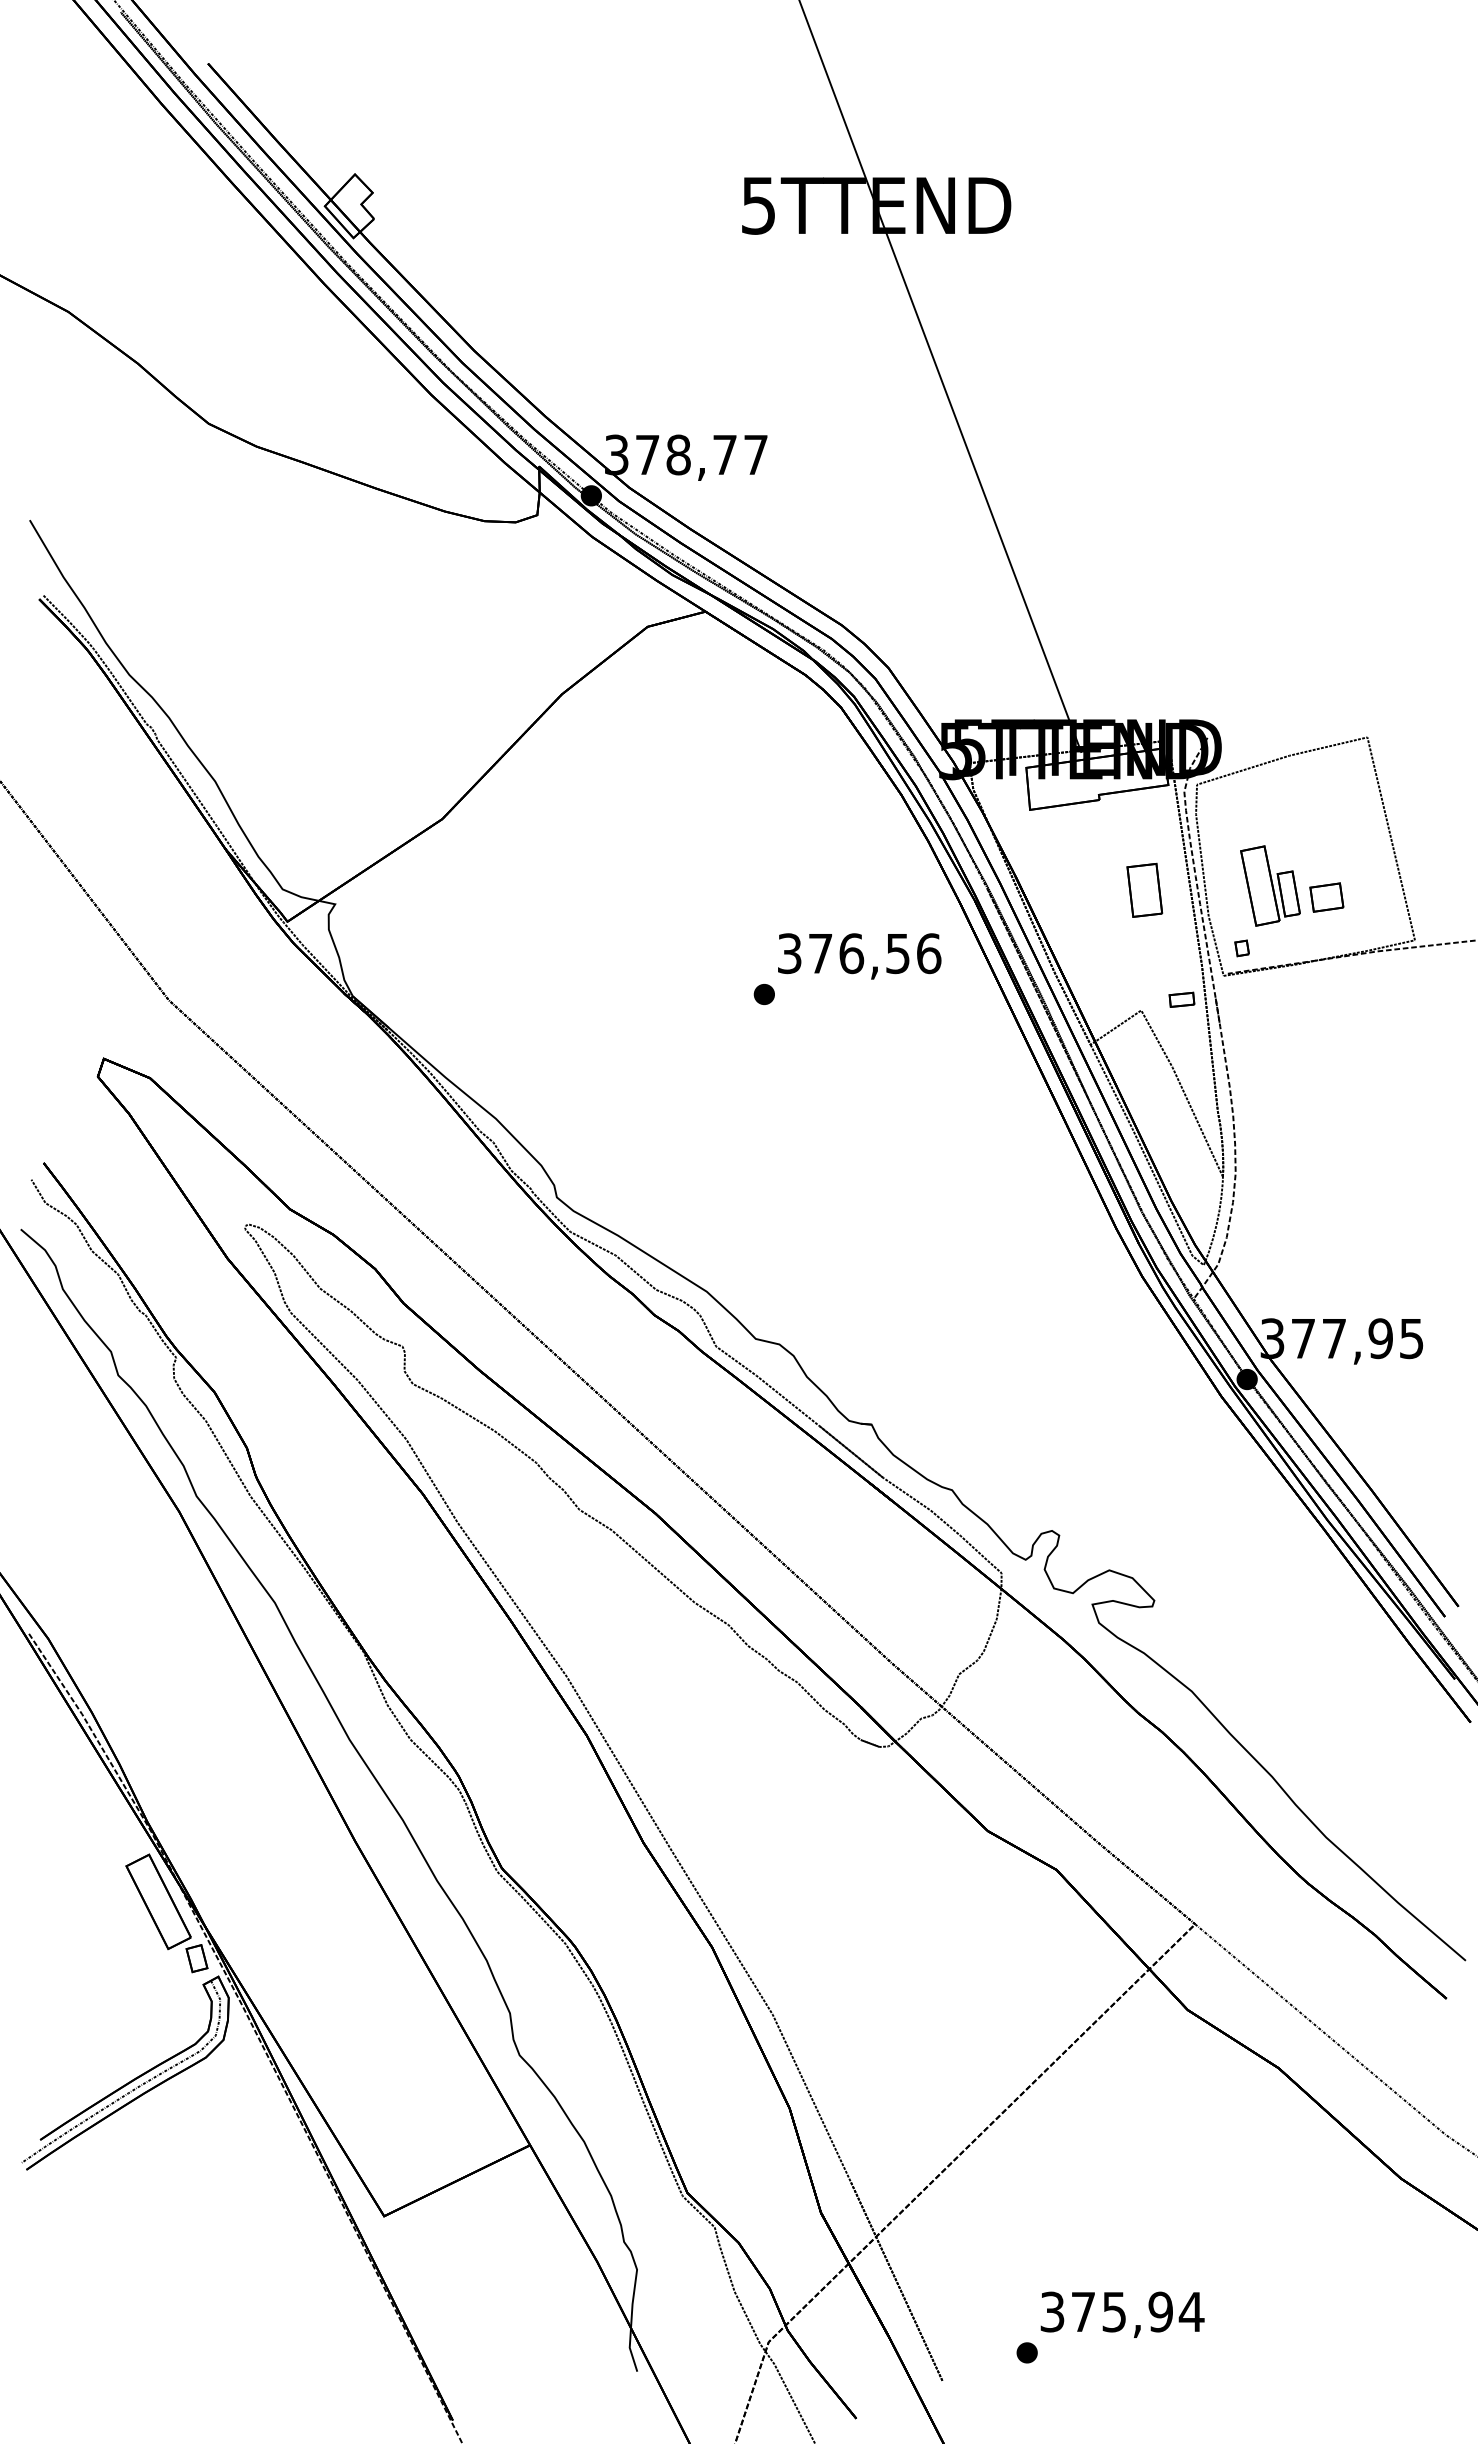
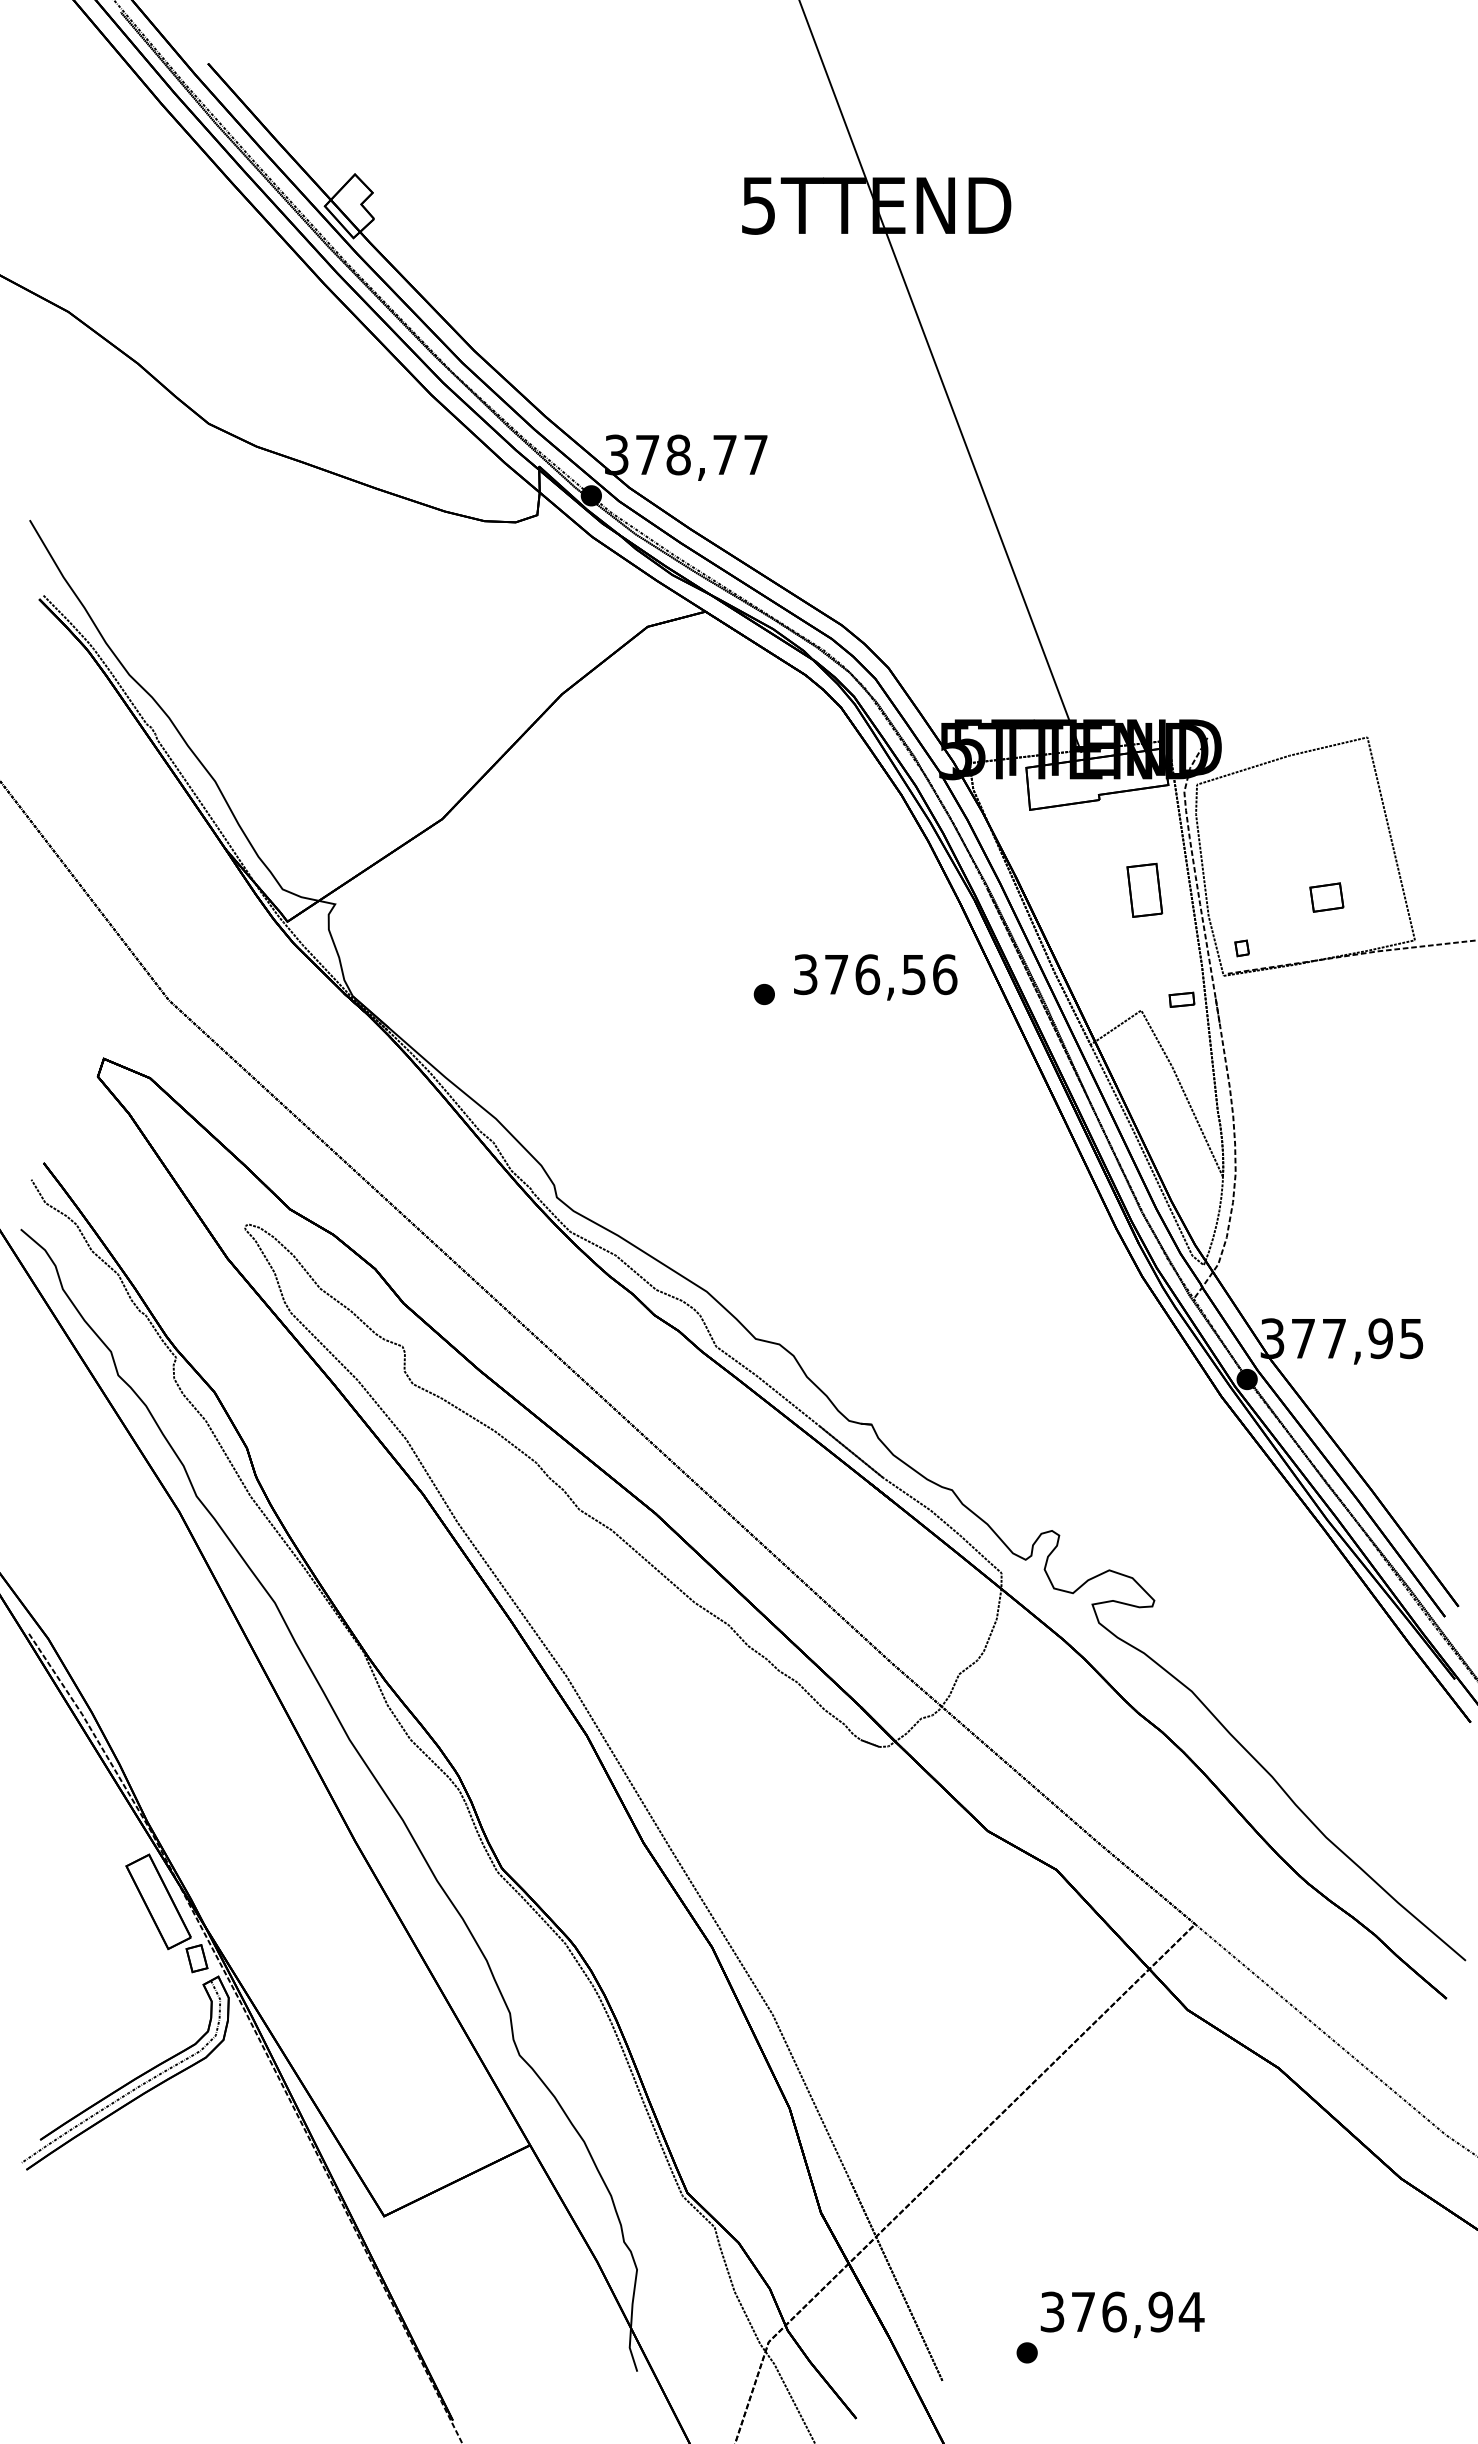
part at (1270, 885): present -> none
text at (859, 956) position: (859, 956) -> (875, 977)
text at (1114, 2311): 375,94 -> 376,94
